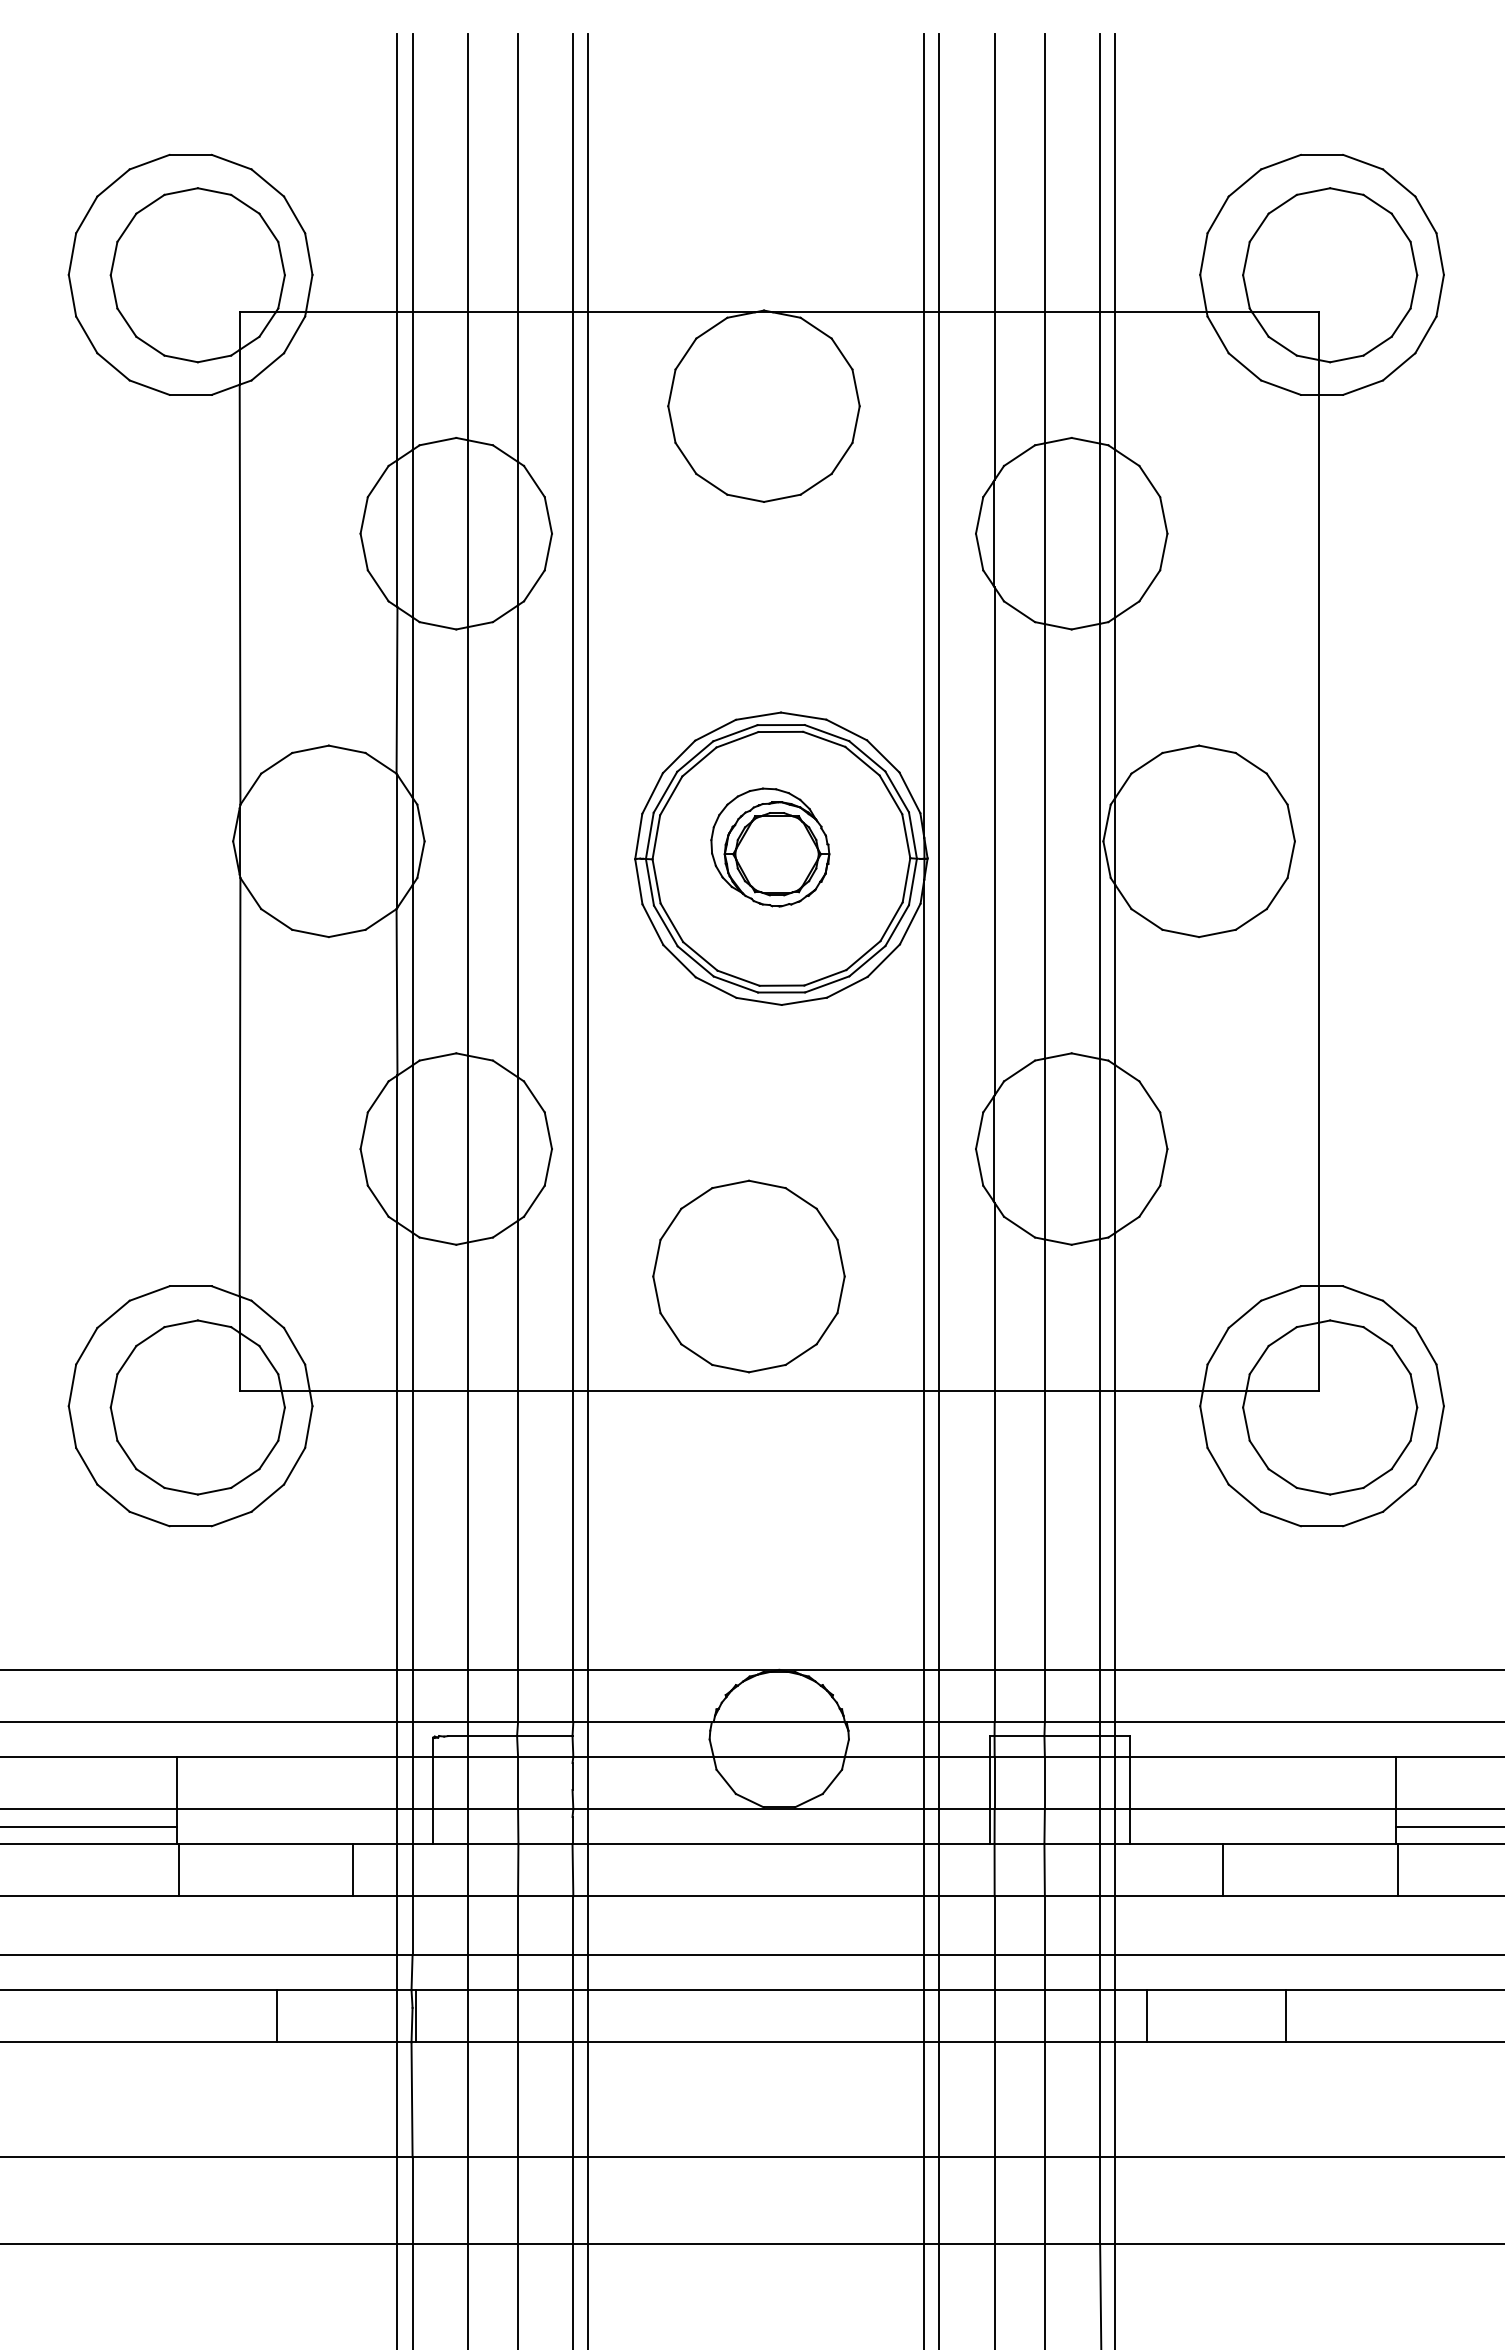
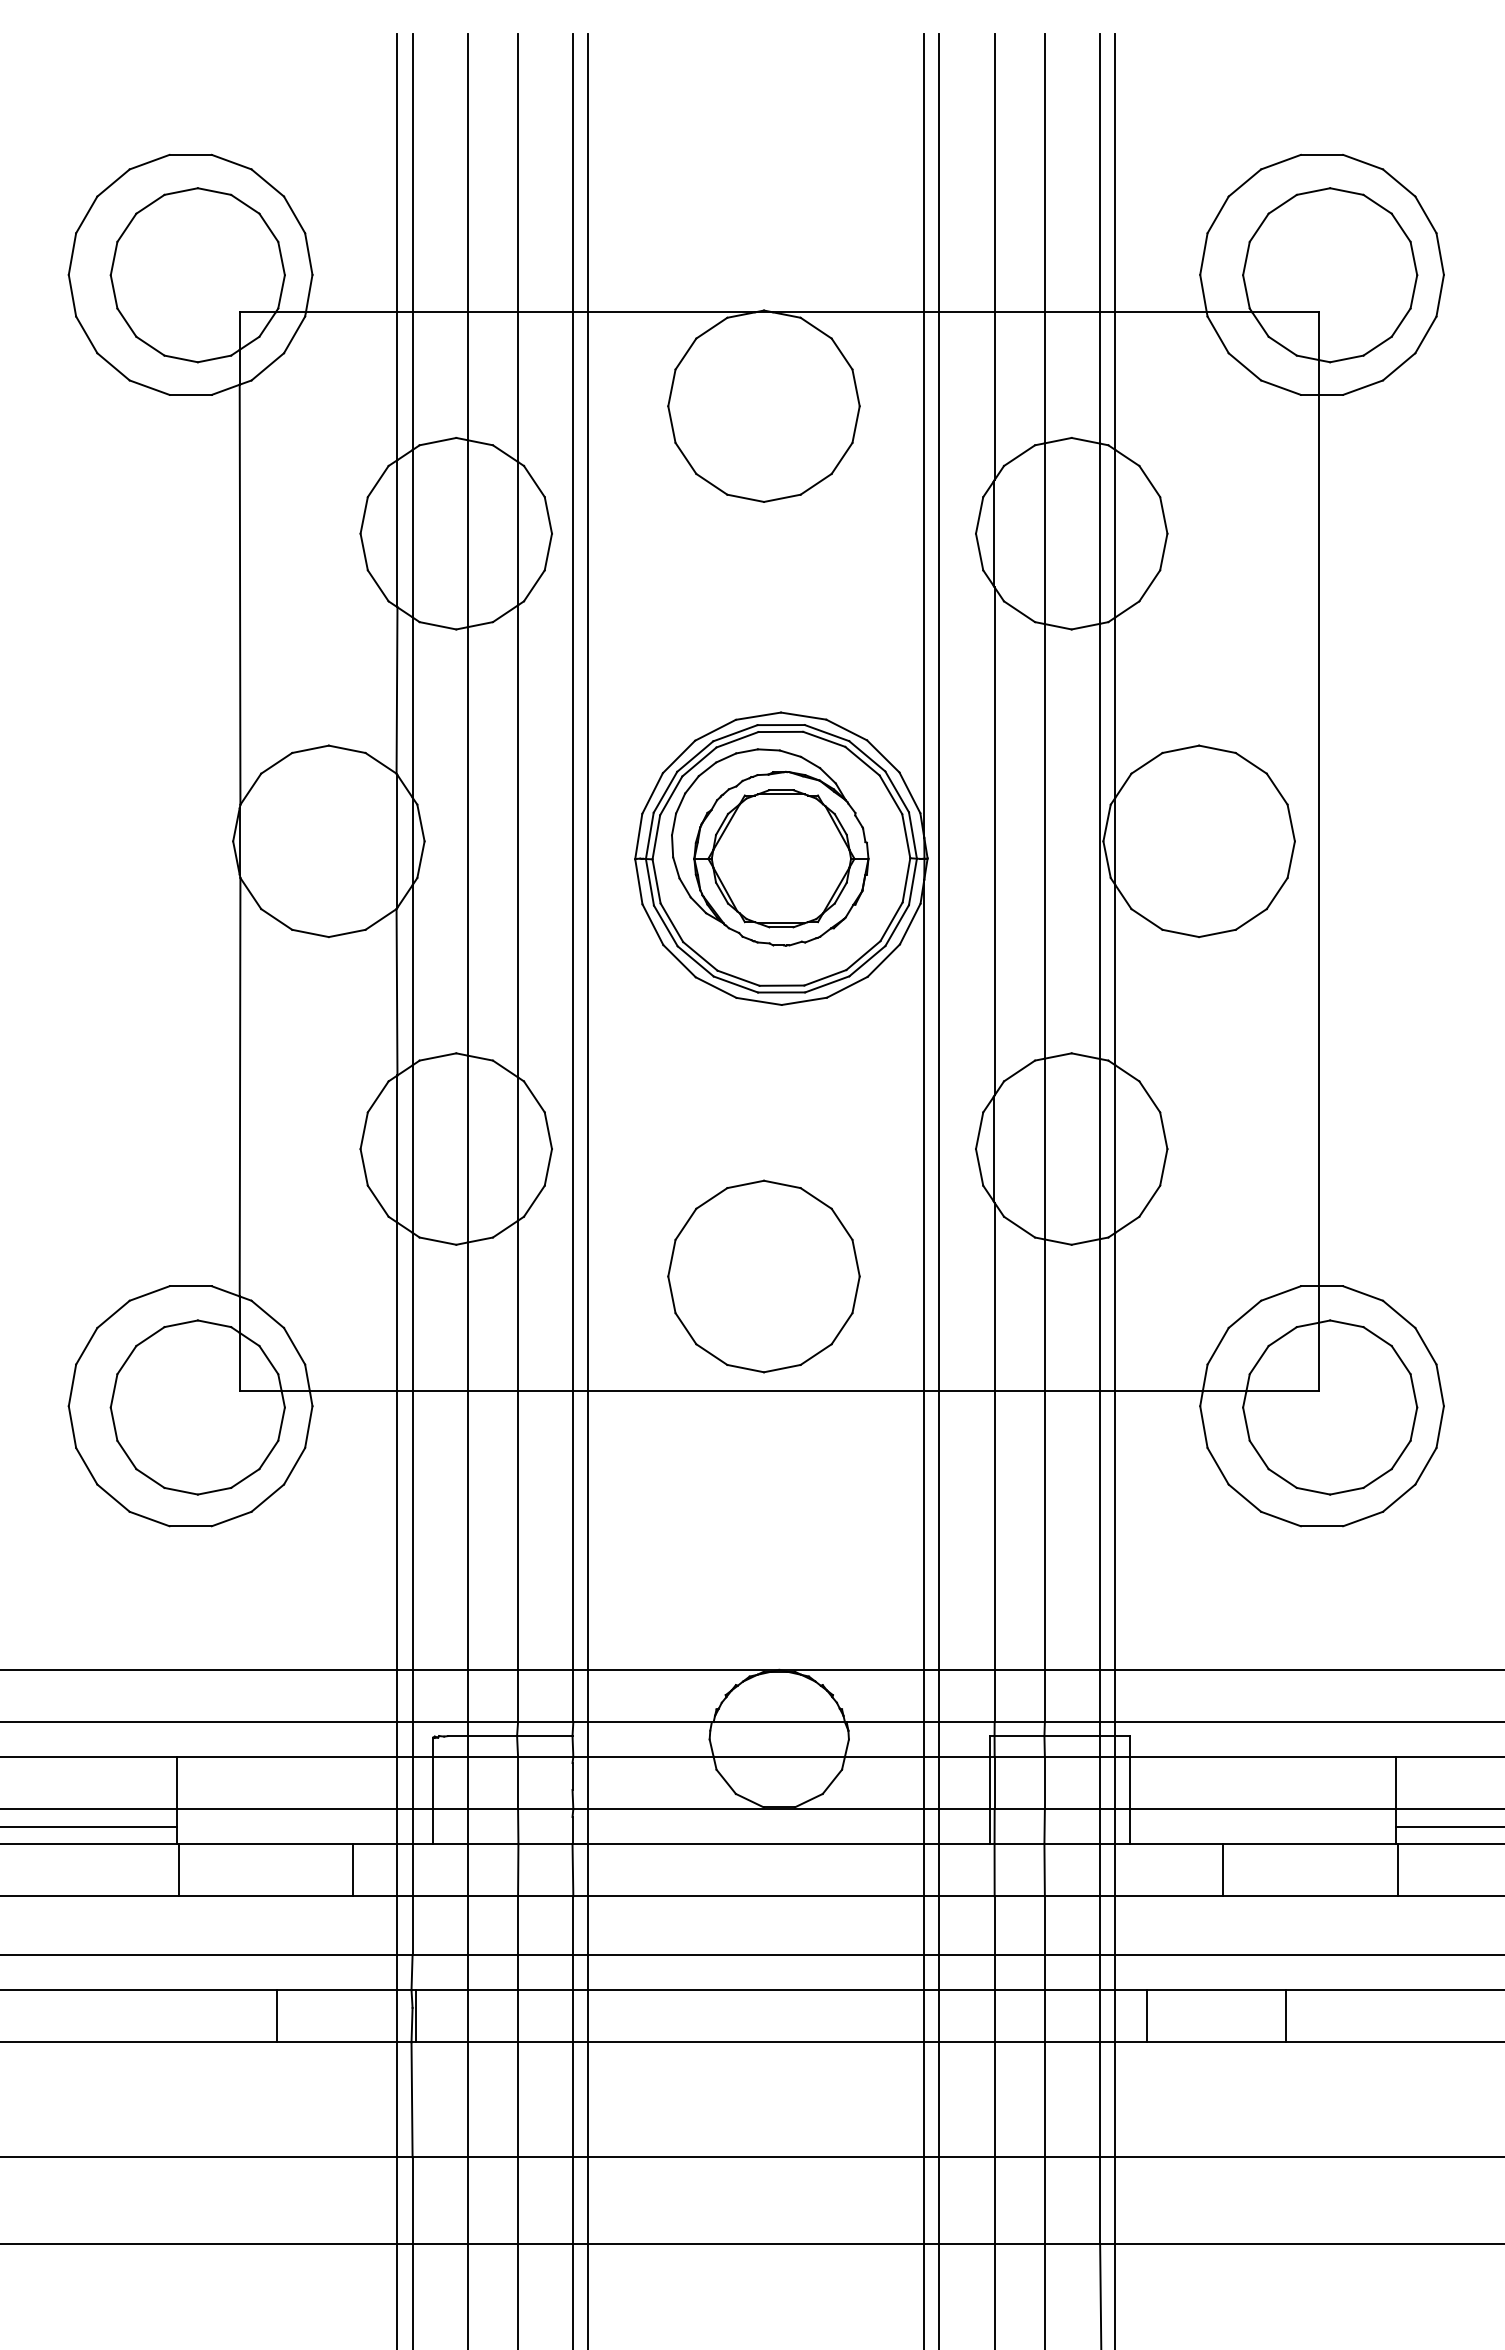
part at (770, 847) size: 121x121 px -> 199x199 px
part at (748, 1276) position: (748, 1276) -> (763, 1276)
